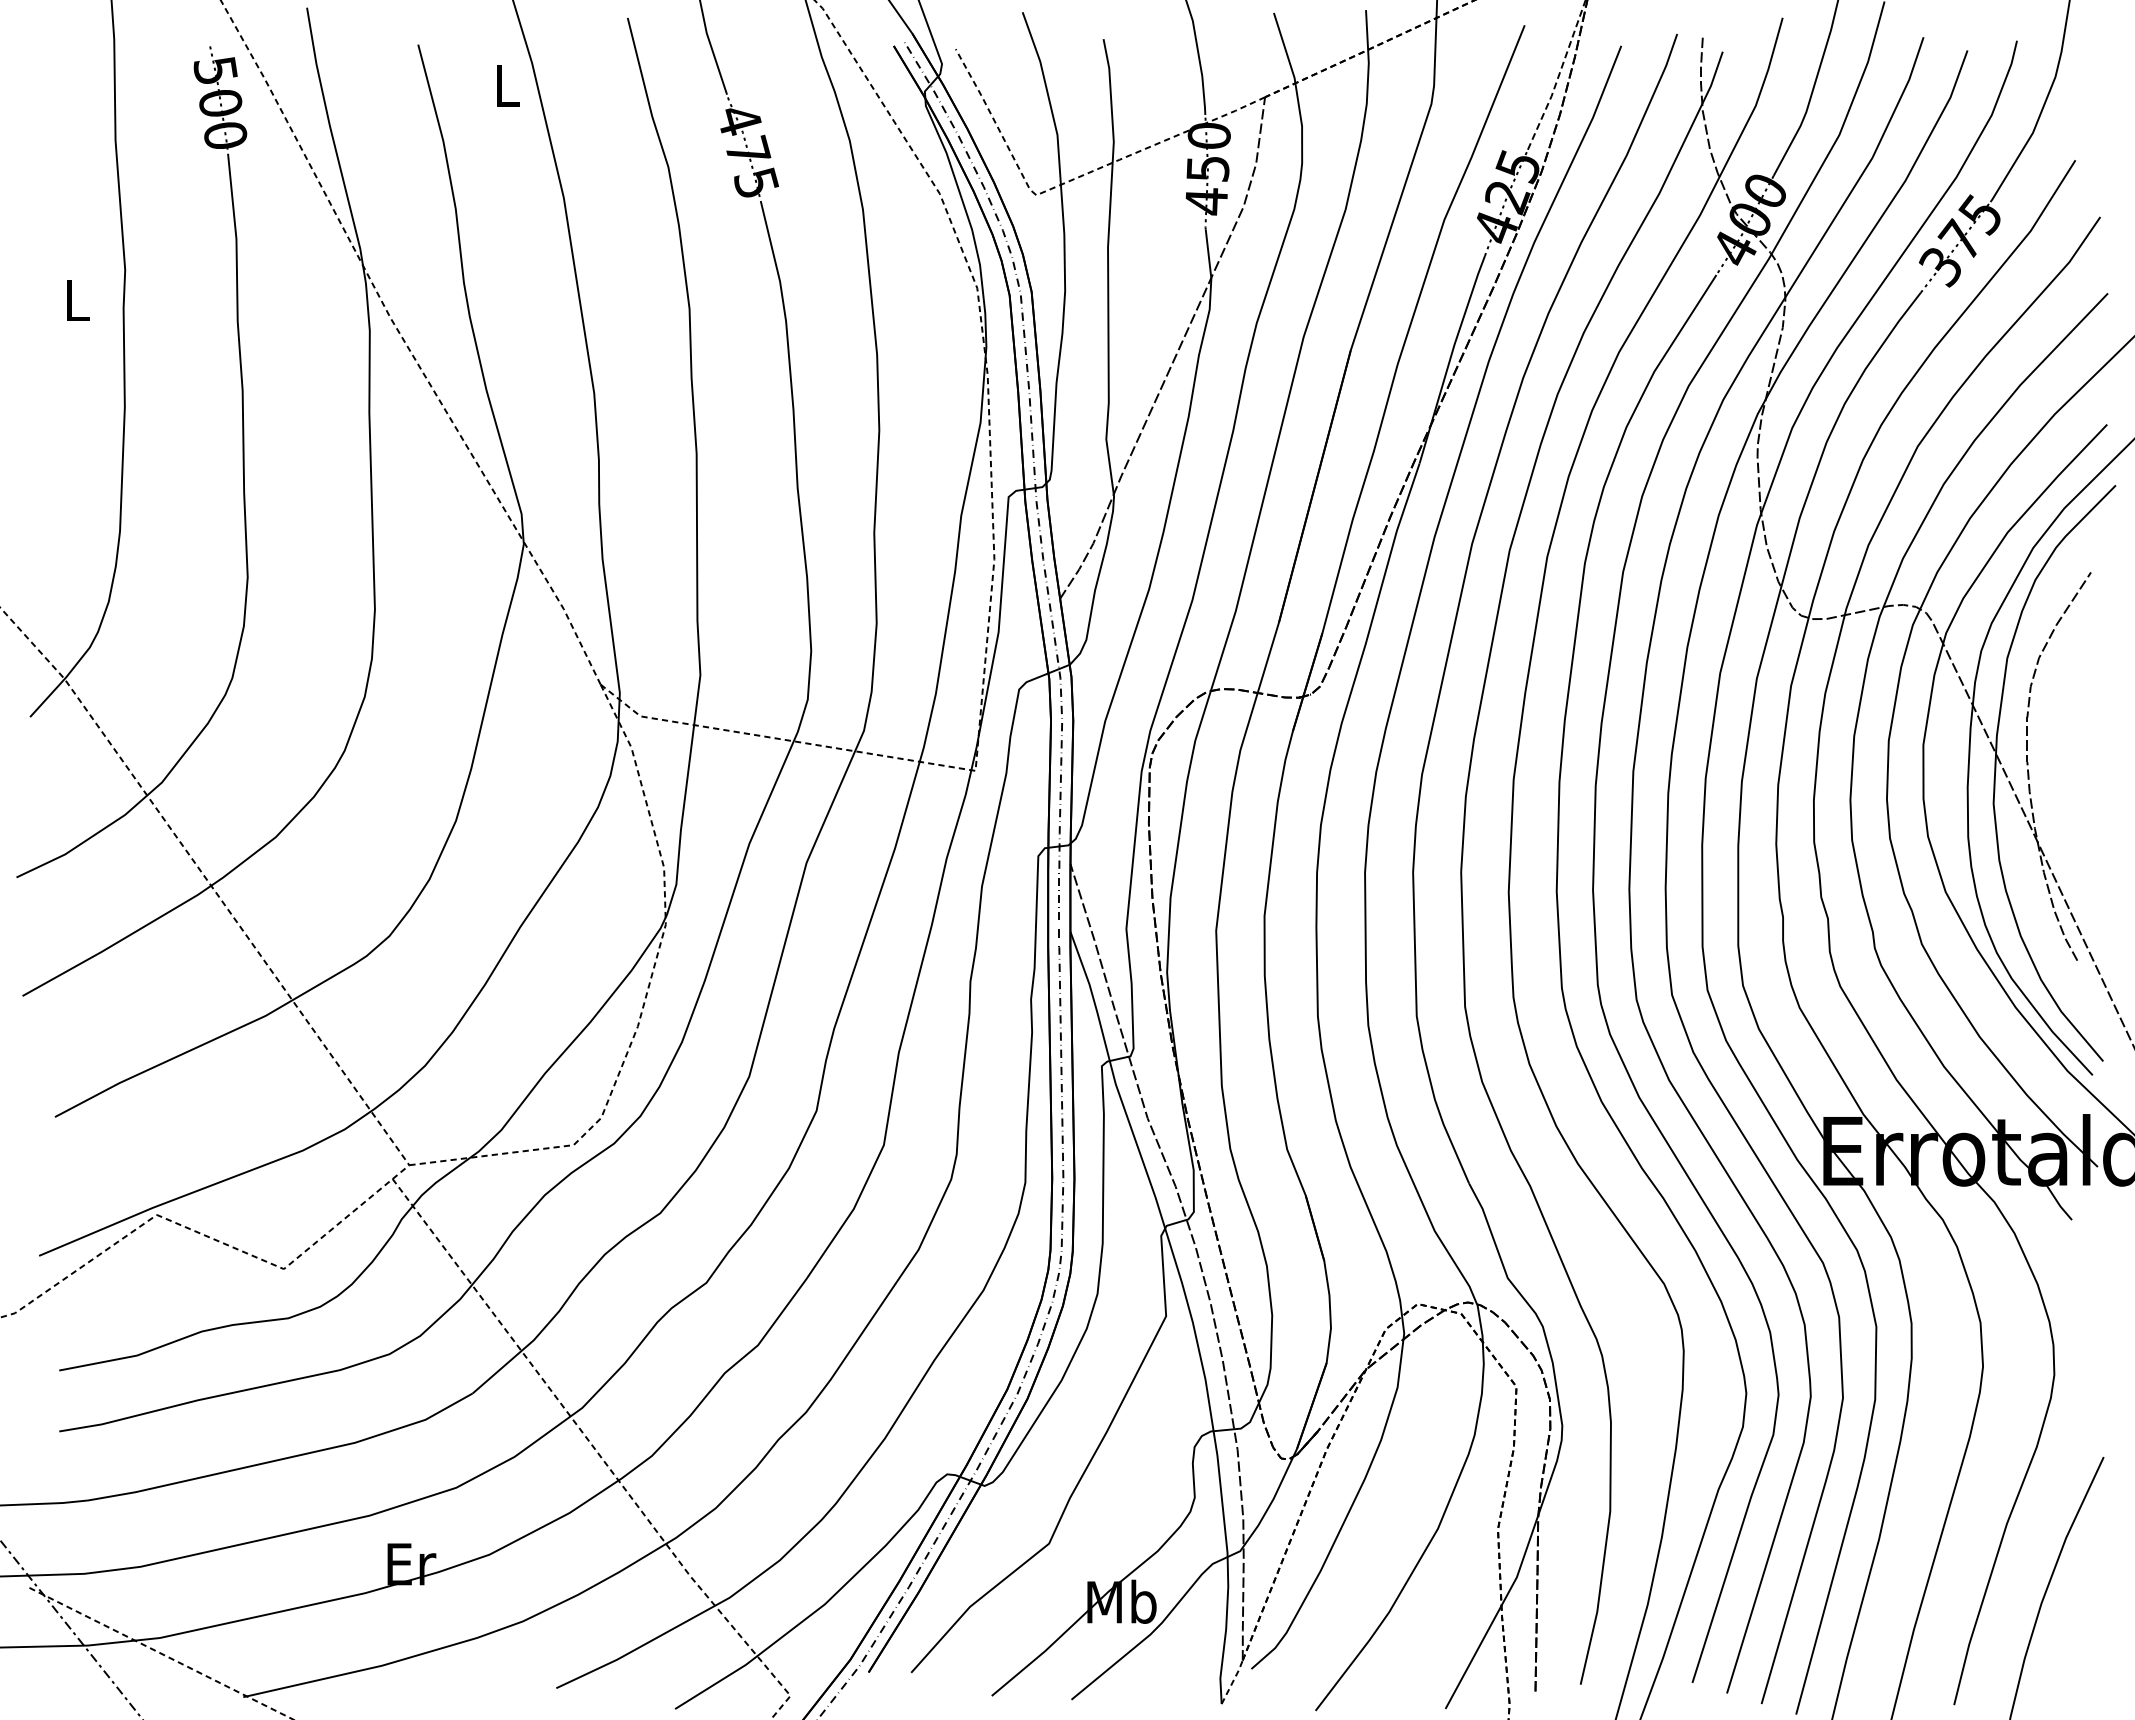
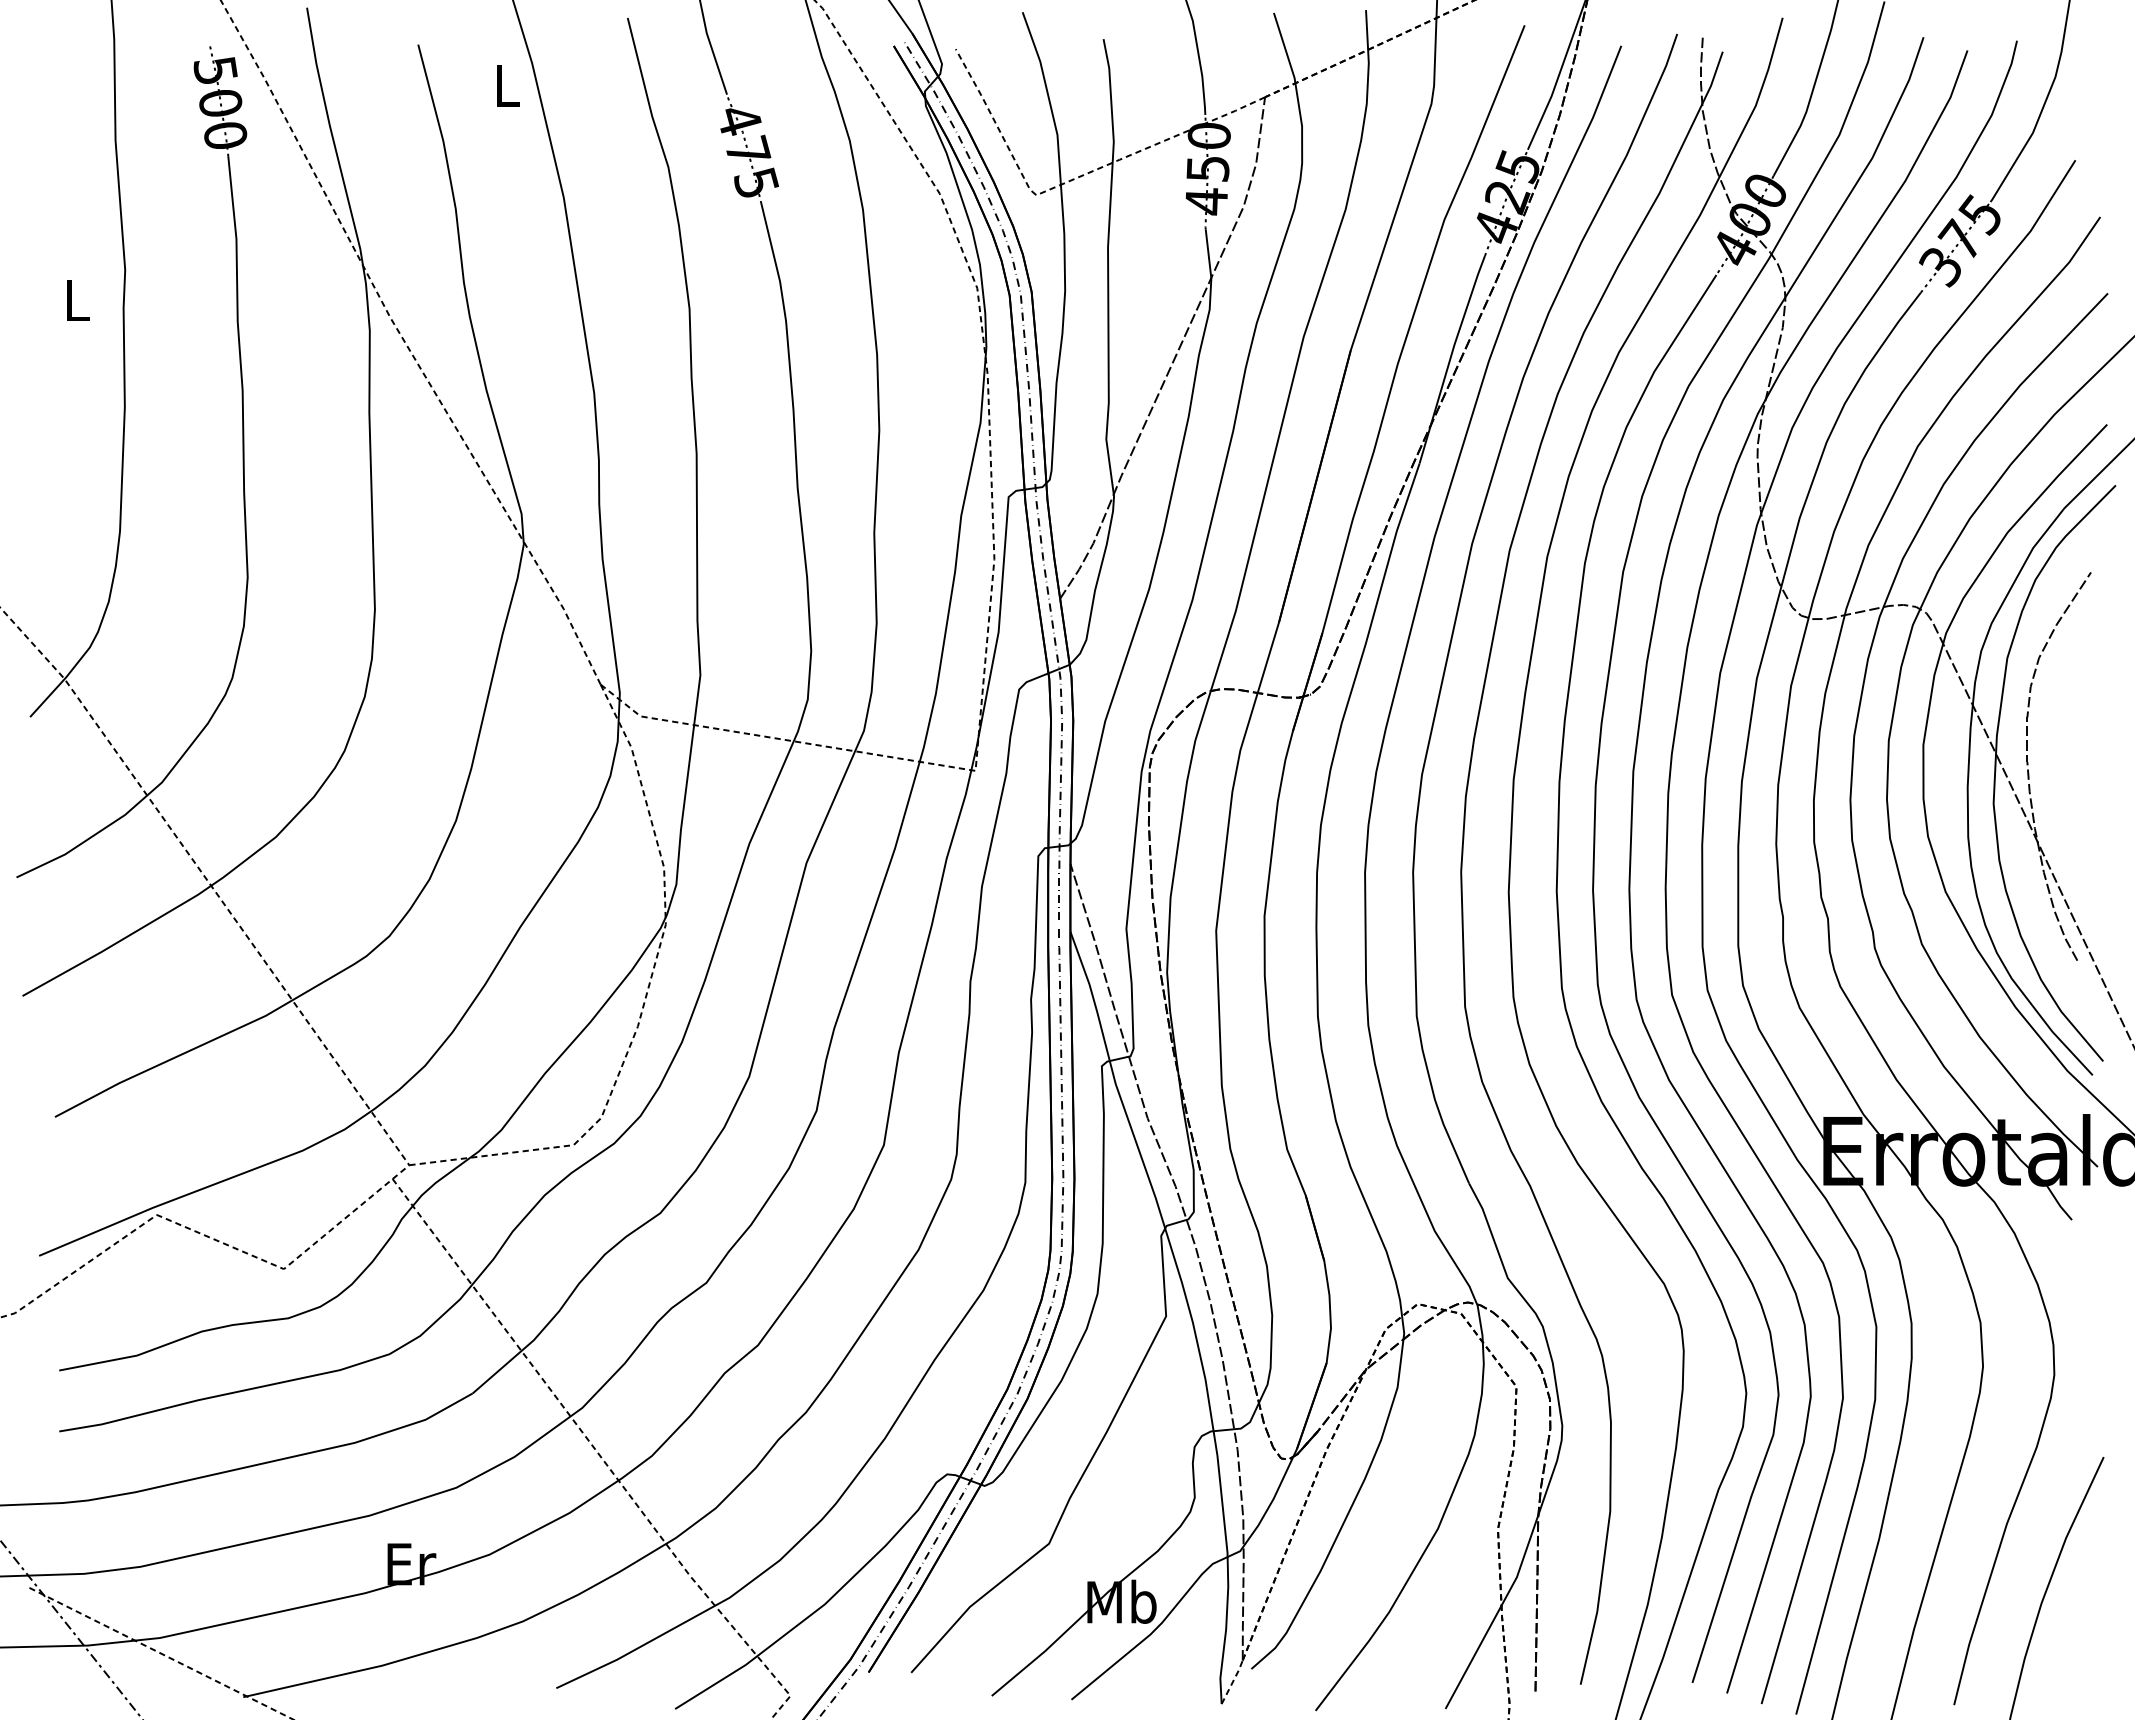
line at (1558, 76): dashed -> solid
